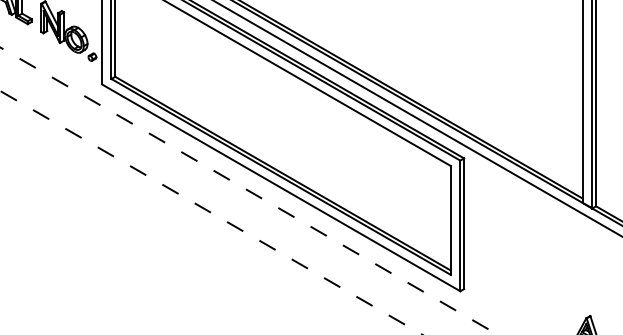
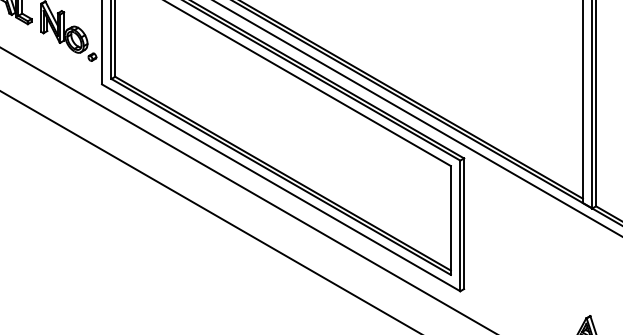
line at (249, 191): dashed -> solid
line at (211, 212): dashed -> solid
